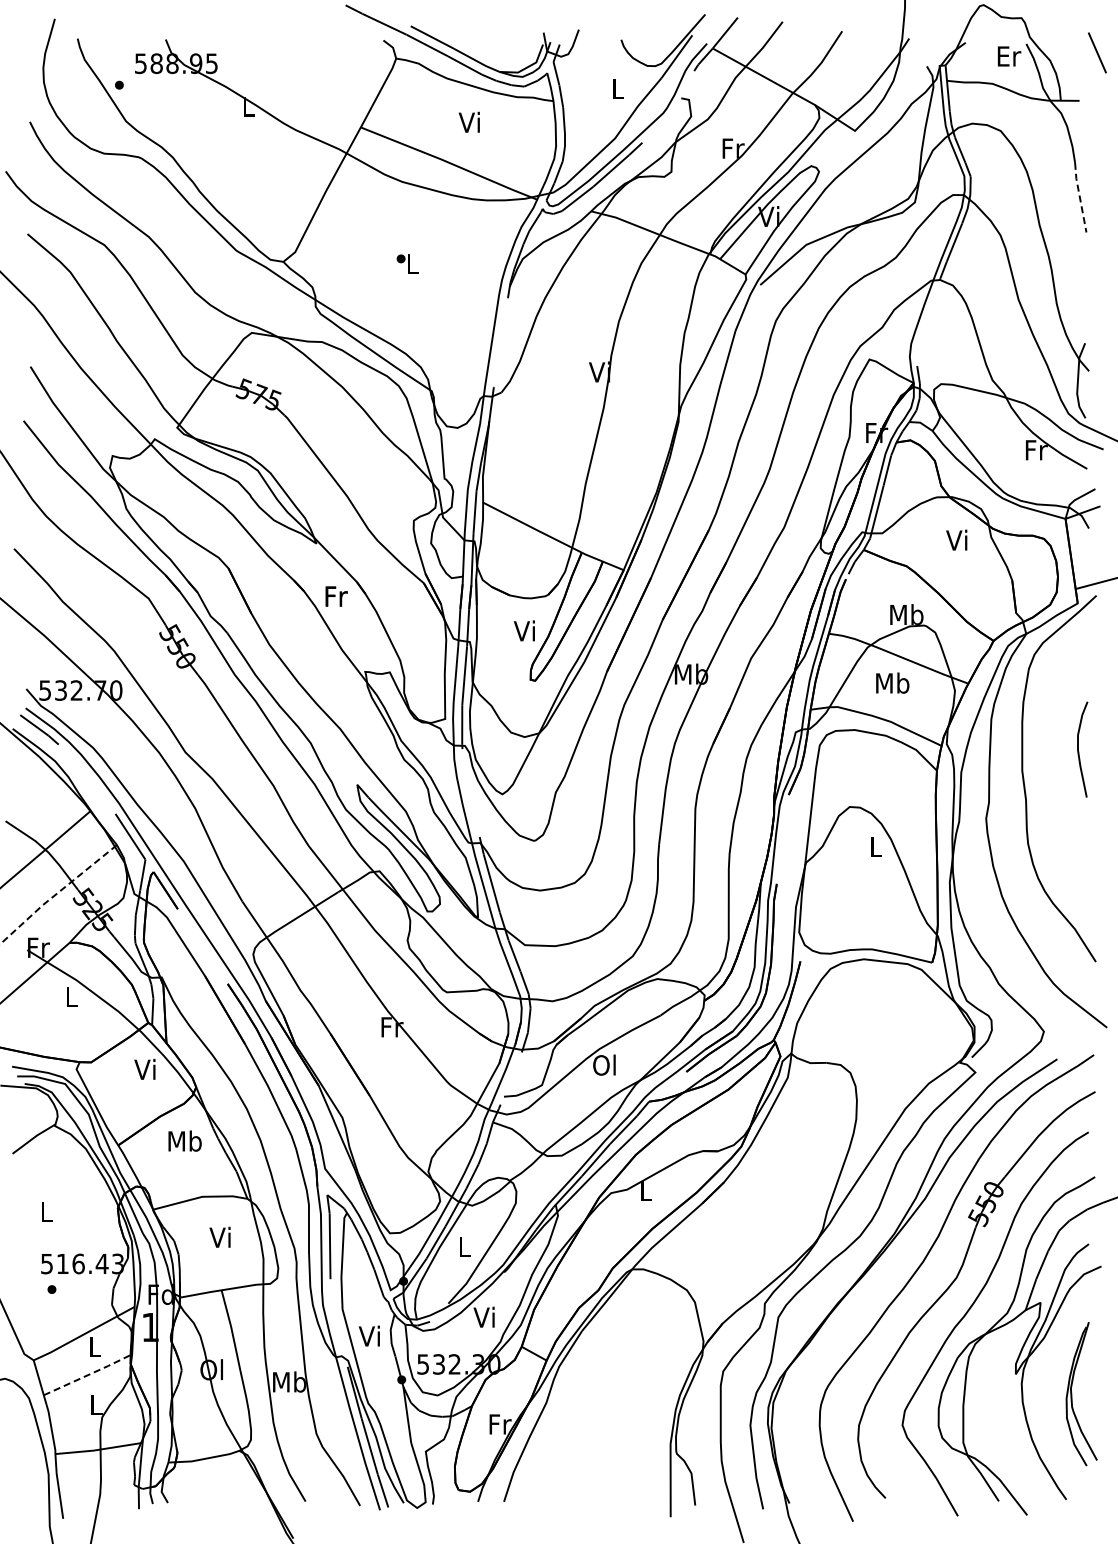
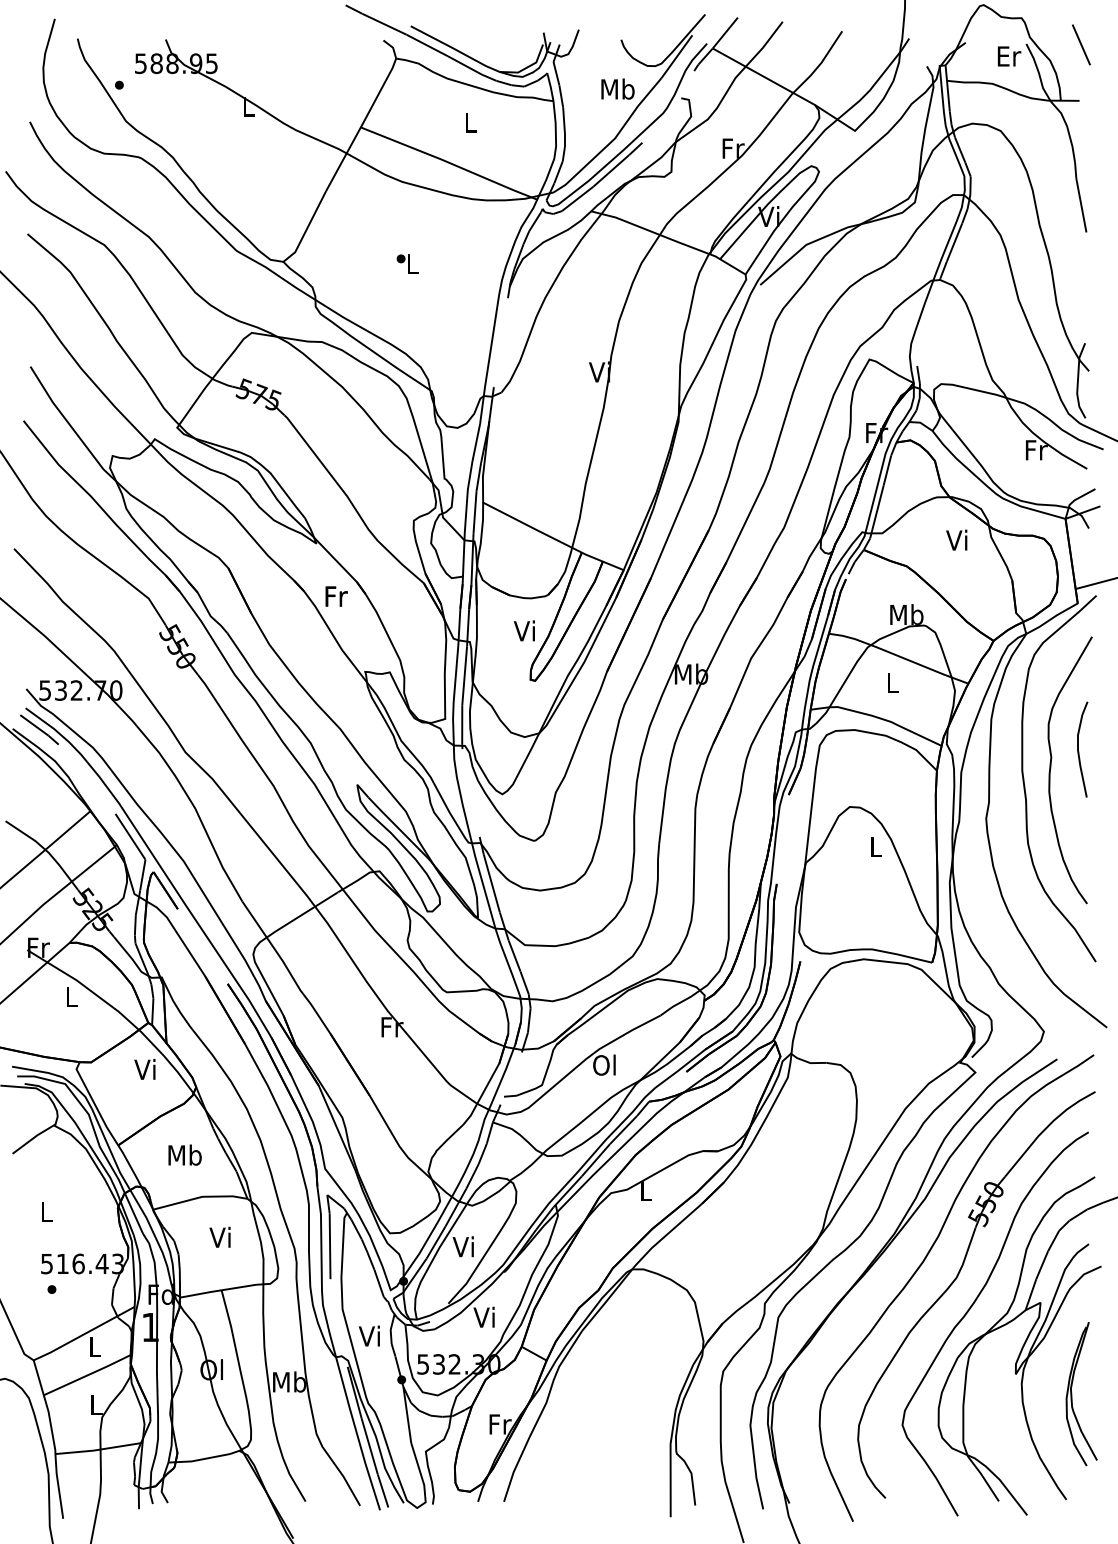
line at (1097, 52) position: (1097, 52) -> (1081, 44)
text at (617, 88): L -> Mb
text at (468, 121): Vi -> L
line at (1079, 197): dashed -> solid
text at (892, 682): Mb -> L
curve at (1051, 768): none -> present
line at (57, 893): dashed -> solid
text at (184, 1140) position: (184, 1140) -> (184, 1154)
text at (462, 1246): L -> Vi
line at (89, 1374): dashed -> solid
